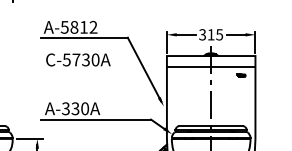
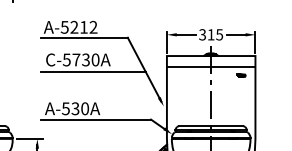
text at (74, 27): A-5812 -> A-5212
line at (93, 71): none -> present
text at (65, 108): A-330A -> A-530A
